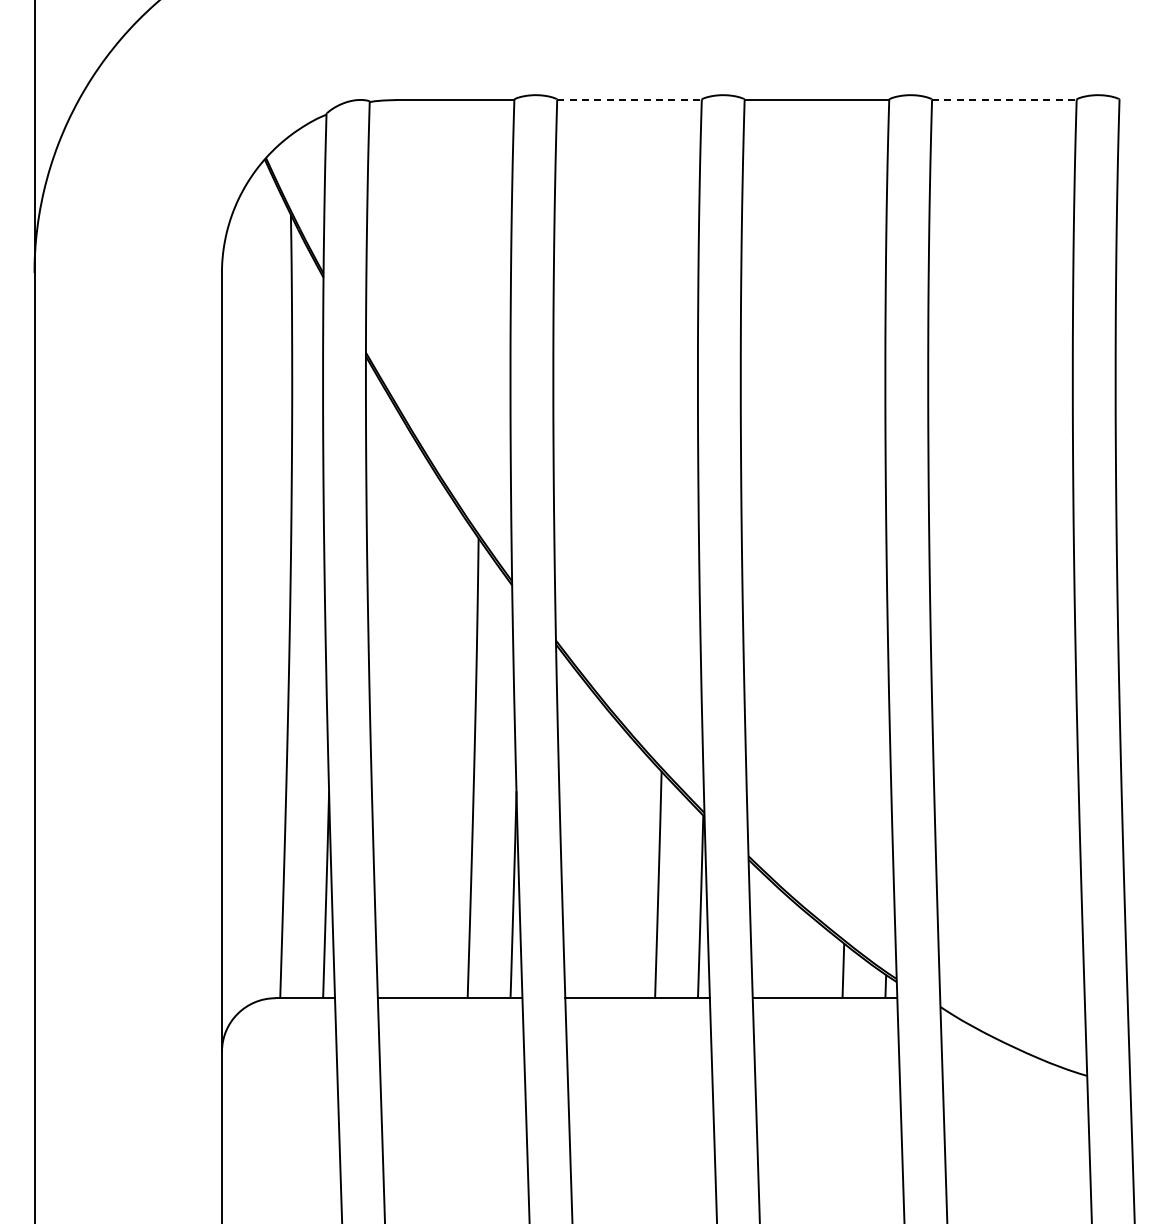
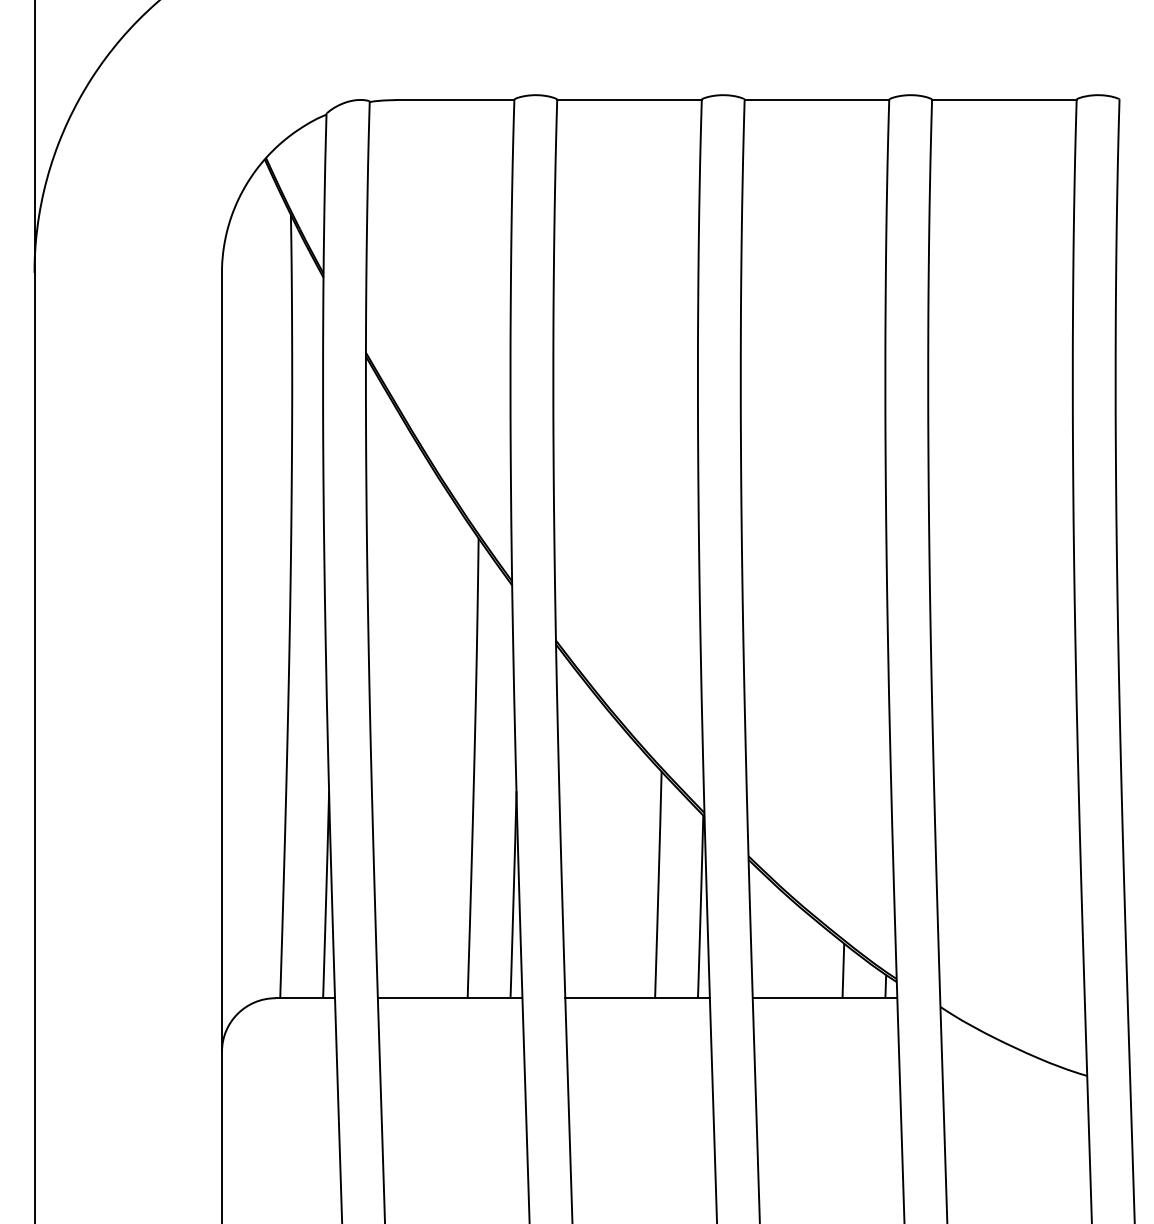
line at (630, 100): dashed -> solid
line at (1004, 100): dashed -> solid
